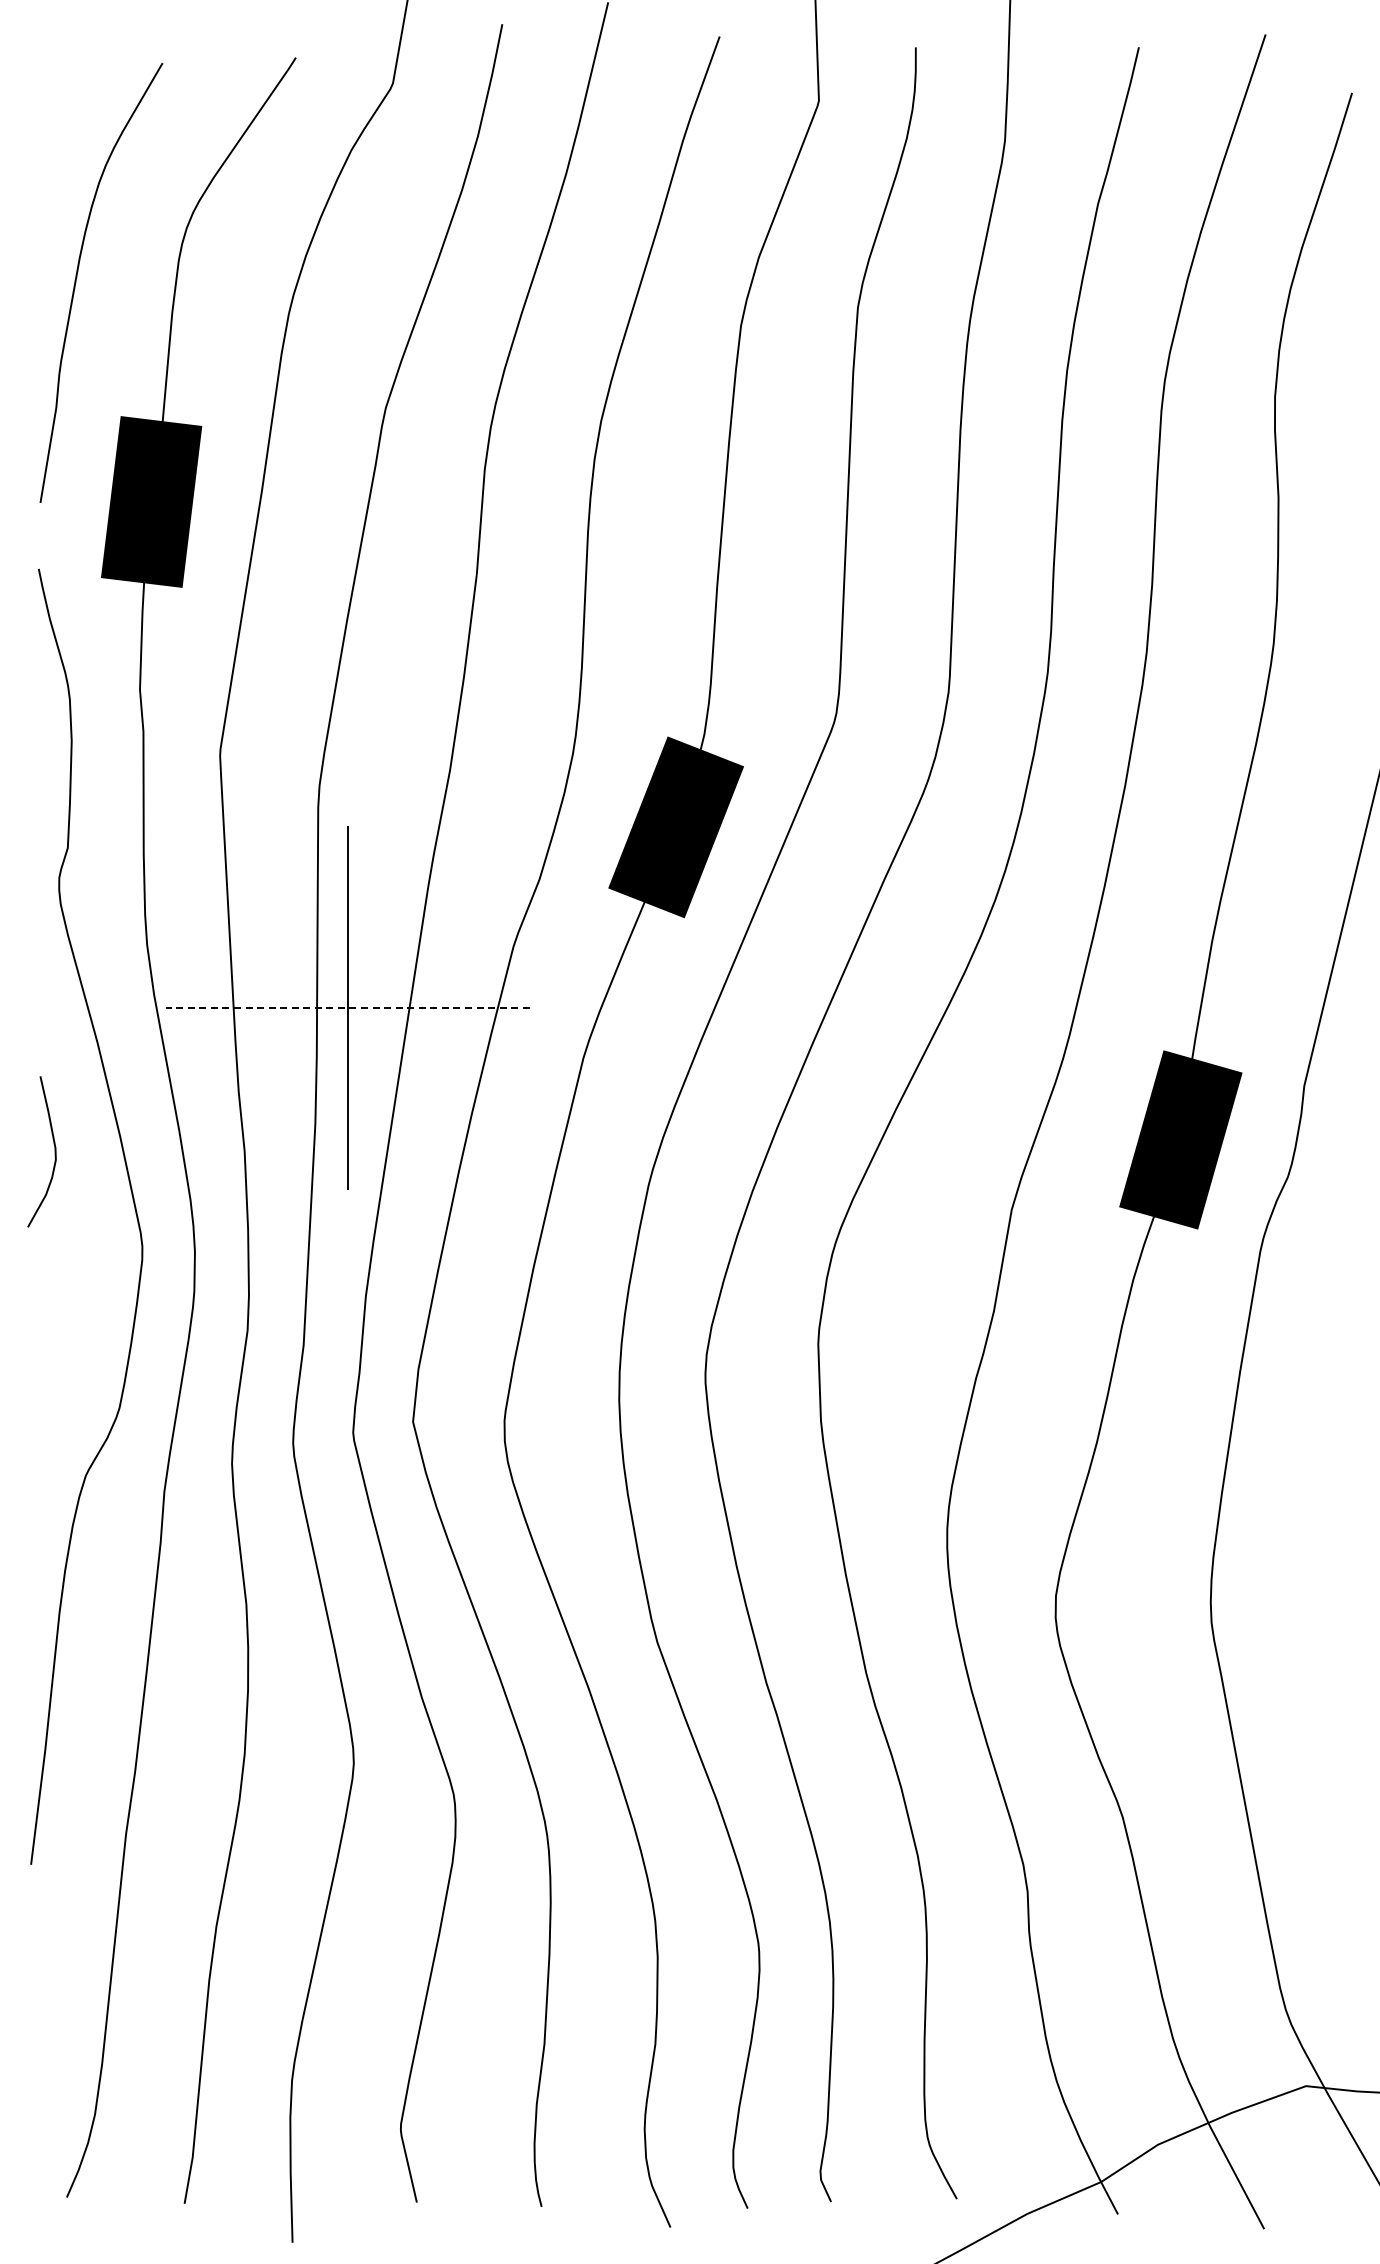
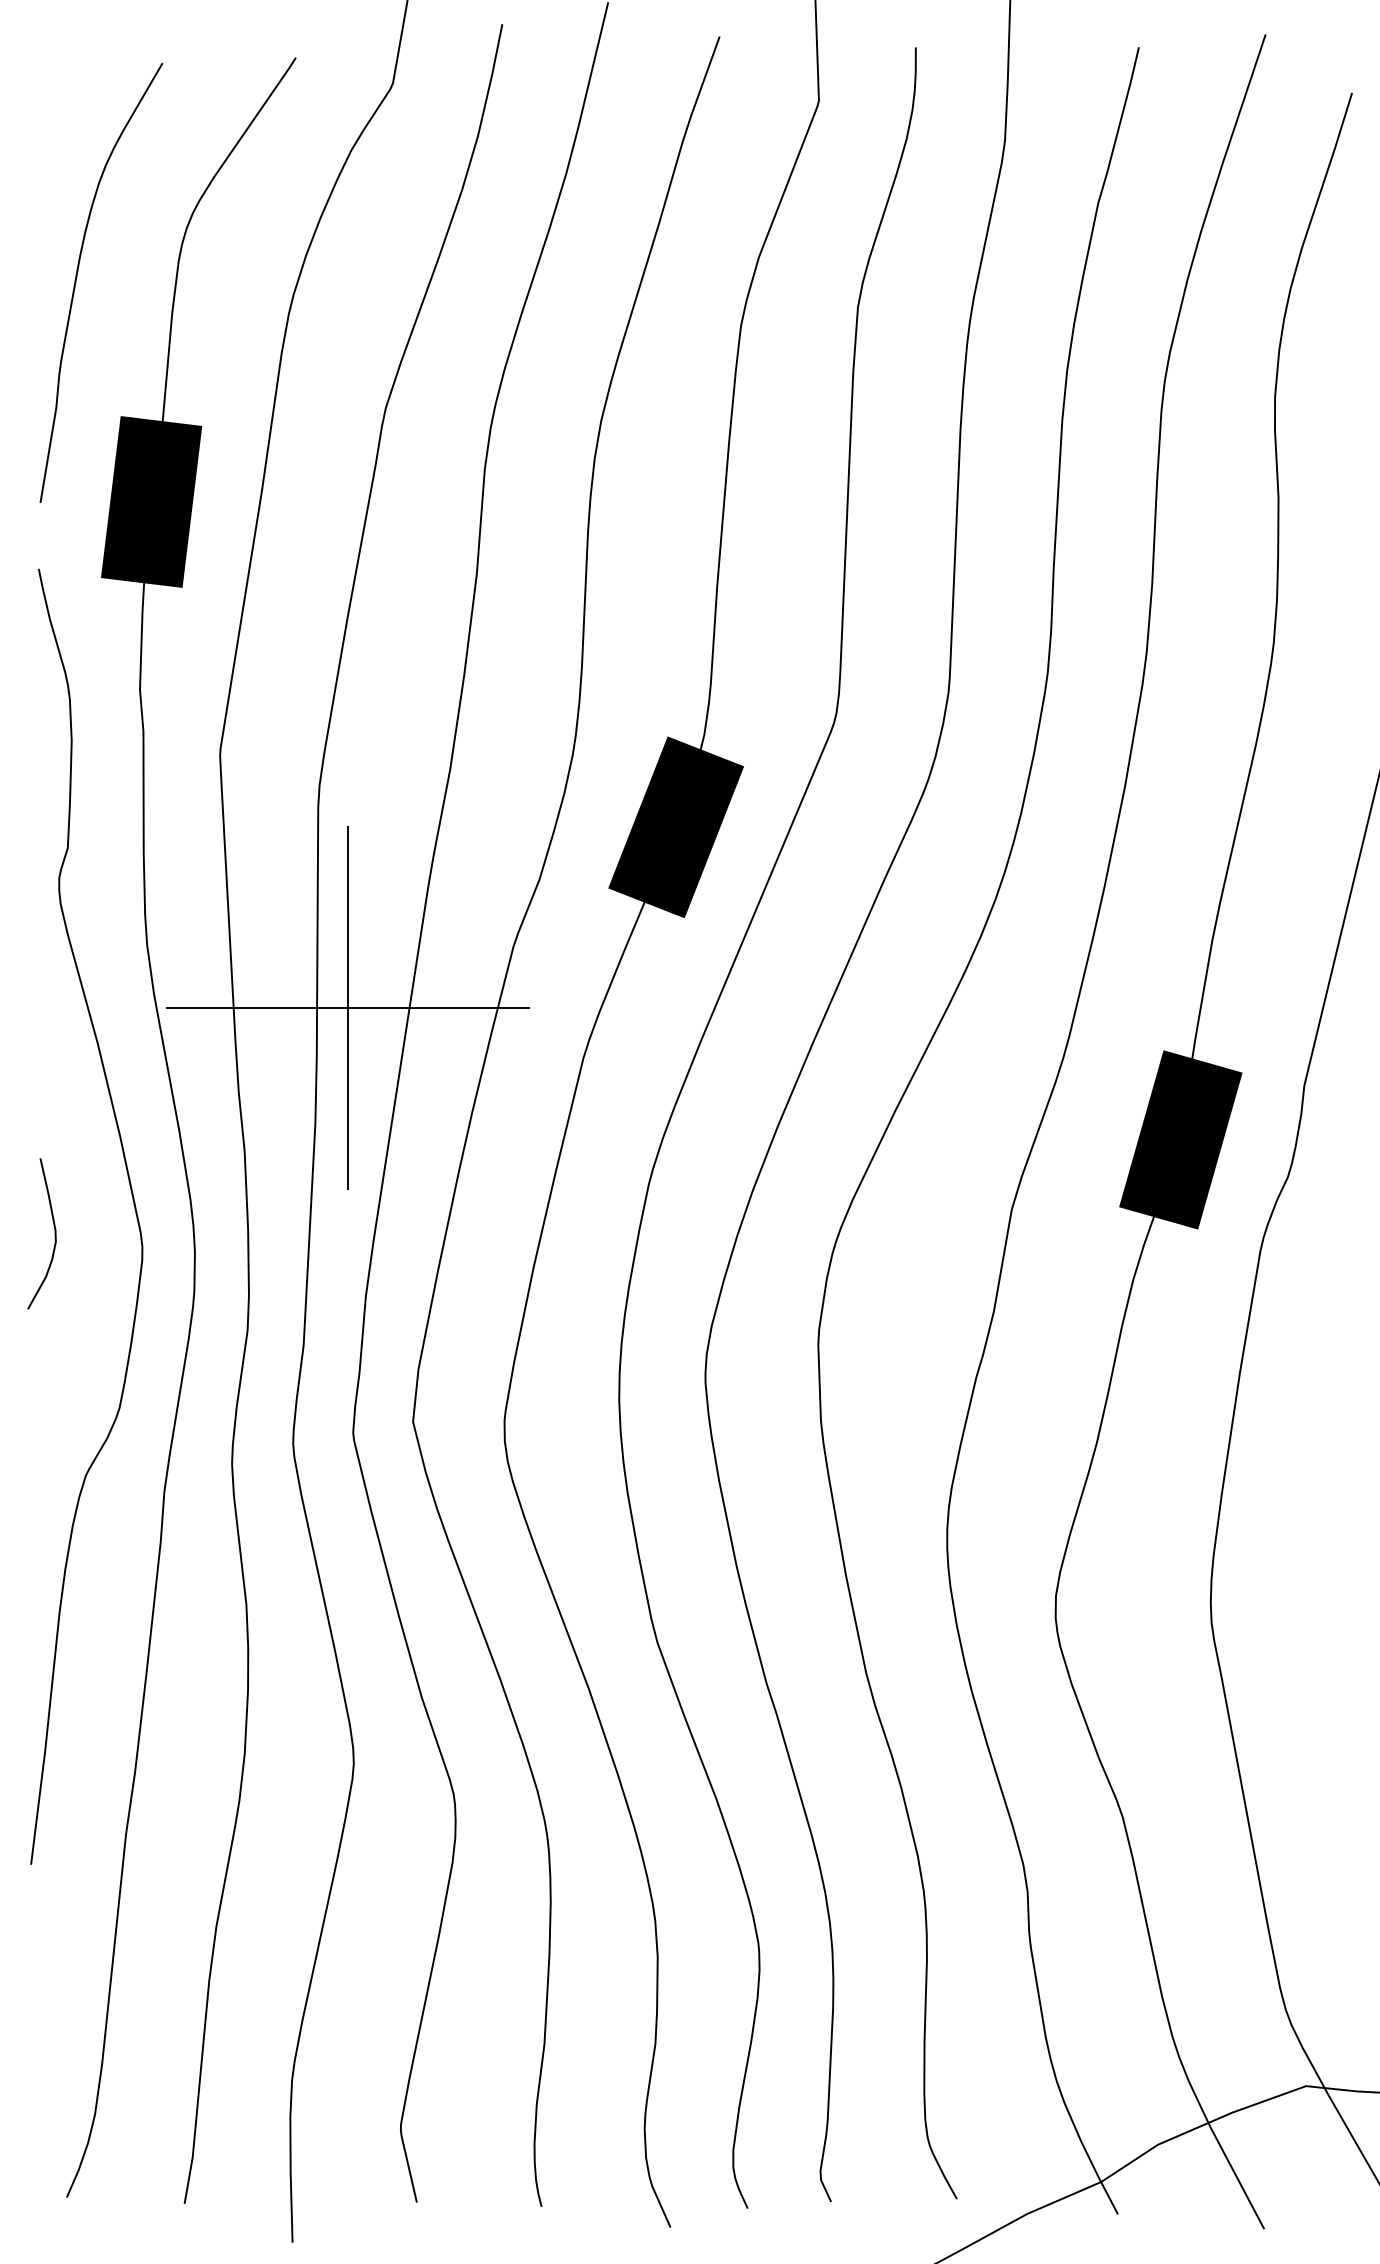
line at (347, 1008): dashed -> solid
curve at (54, 1151) position: (54, 1151) -> (54, 1233)
